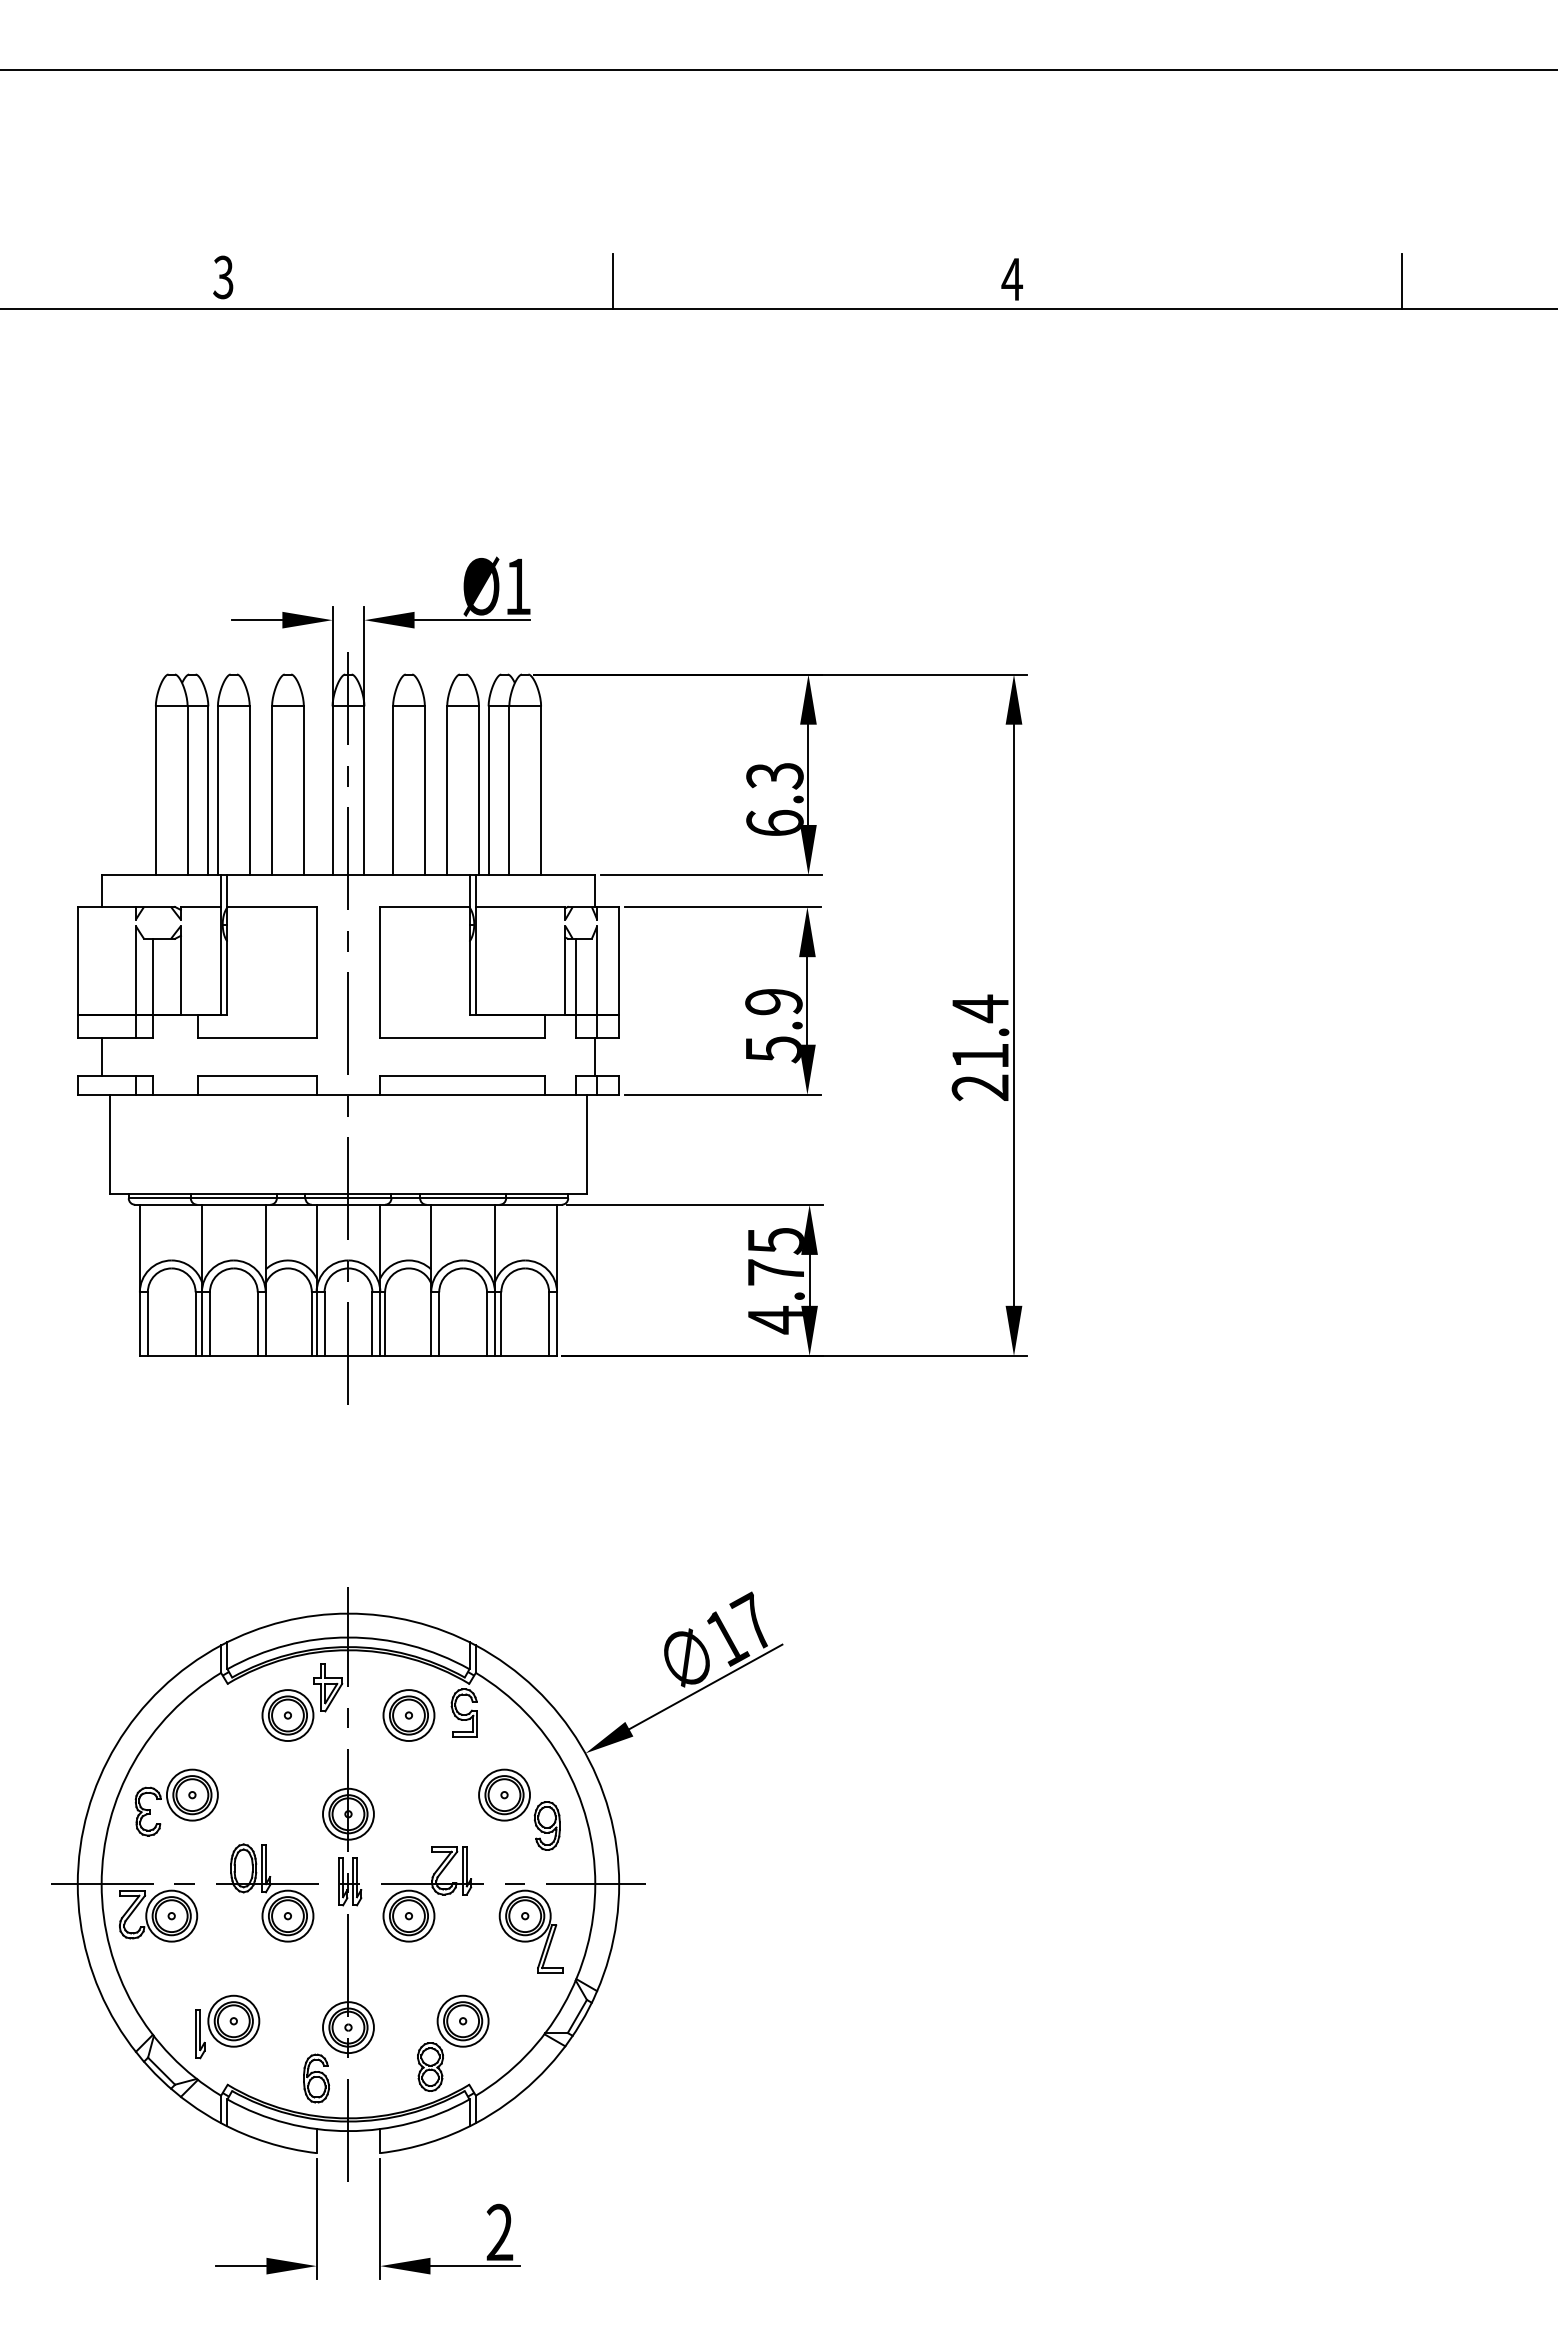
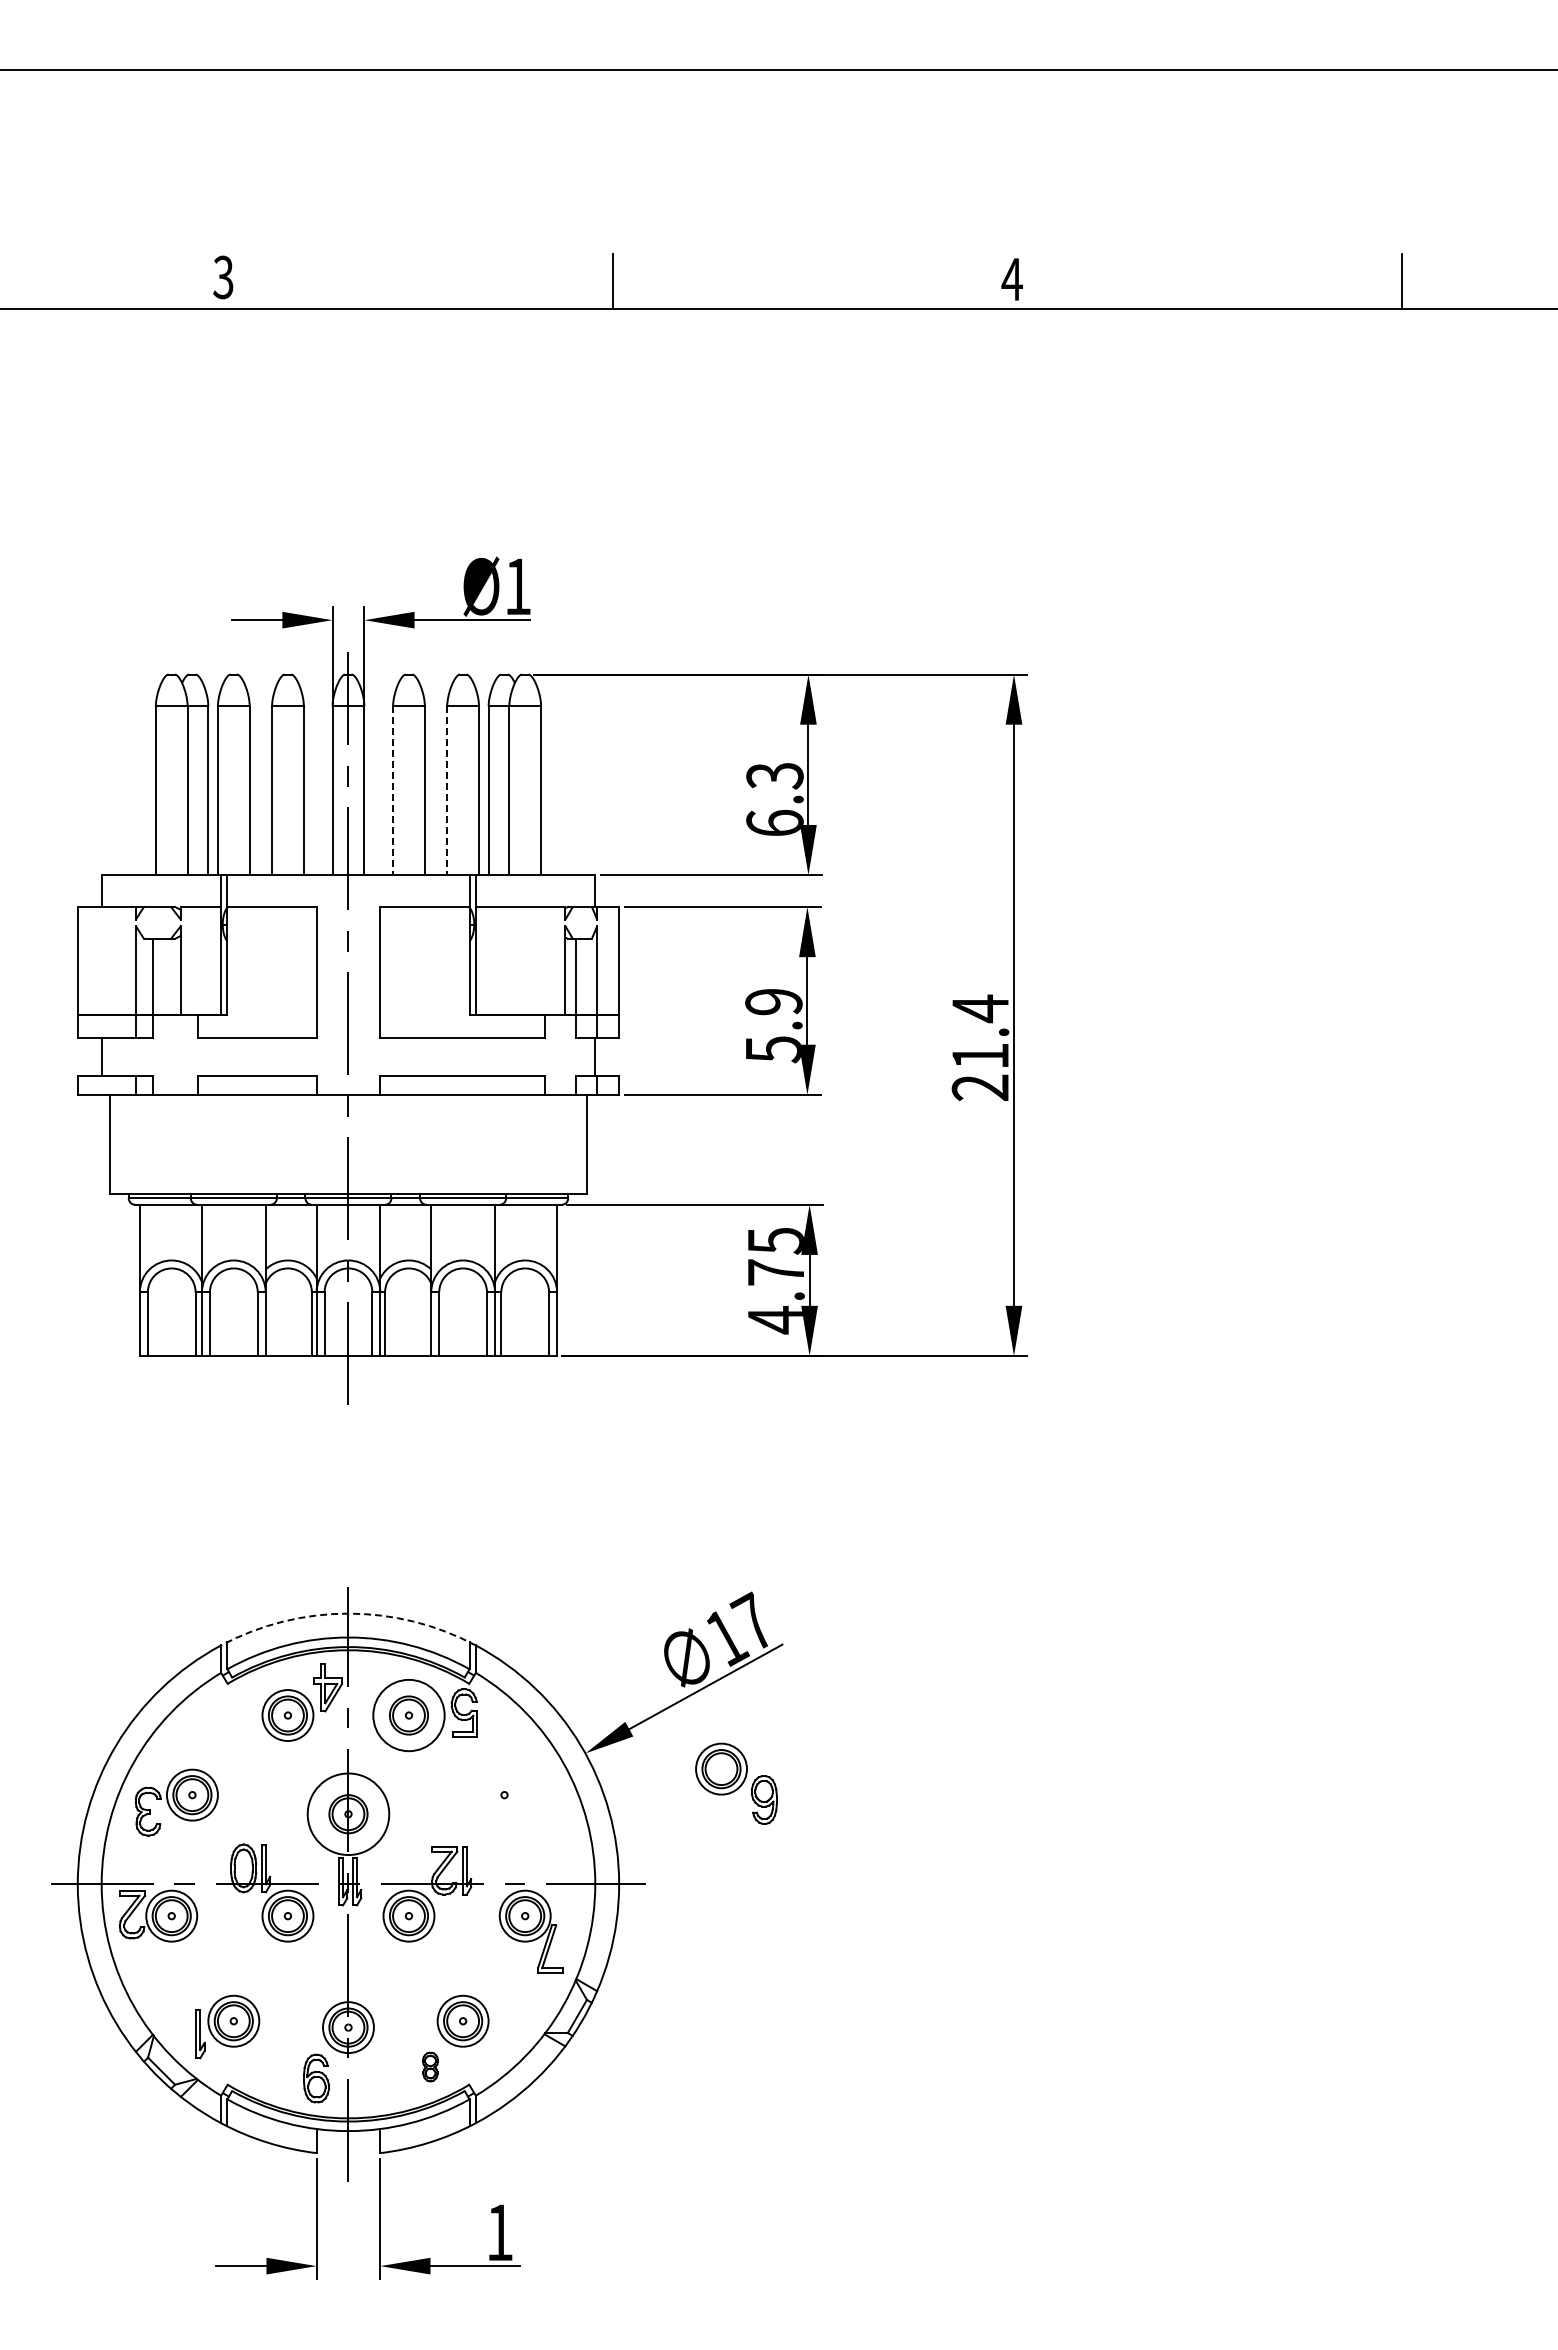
line at (393, 791): solid -> dashed
line at (447, 791): solid -> dashed
arc at (348, 1613): solid -> dashed
circle at (408, 1715) diameter: 51 px -> 71 px
part at (519, 1809) position: (519, 1809) -> (736, 1783)
circle at (348, 1813) diameter: 51 px -> 82 px
part at (430, 2066) size: 27x50 px -> 17x32 px
text at (499, 2231): 2 -> 1
